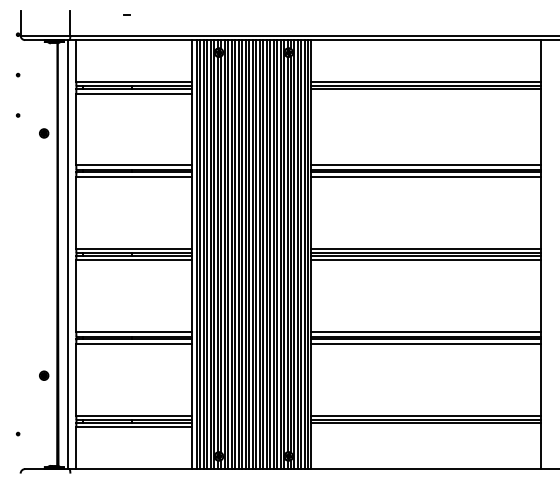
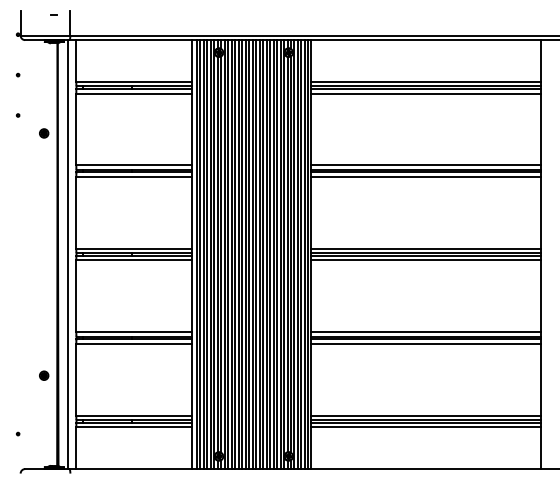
part at (126, 14) position: (126, 14) -> (53, 14)
line at (425, 93): none -> present
line at (425, 427): none -> present
